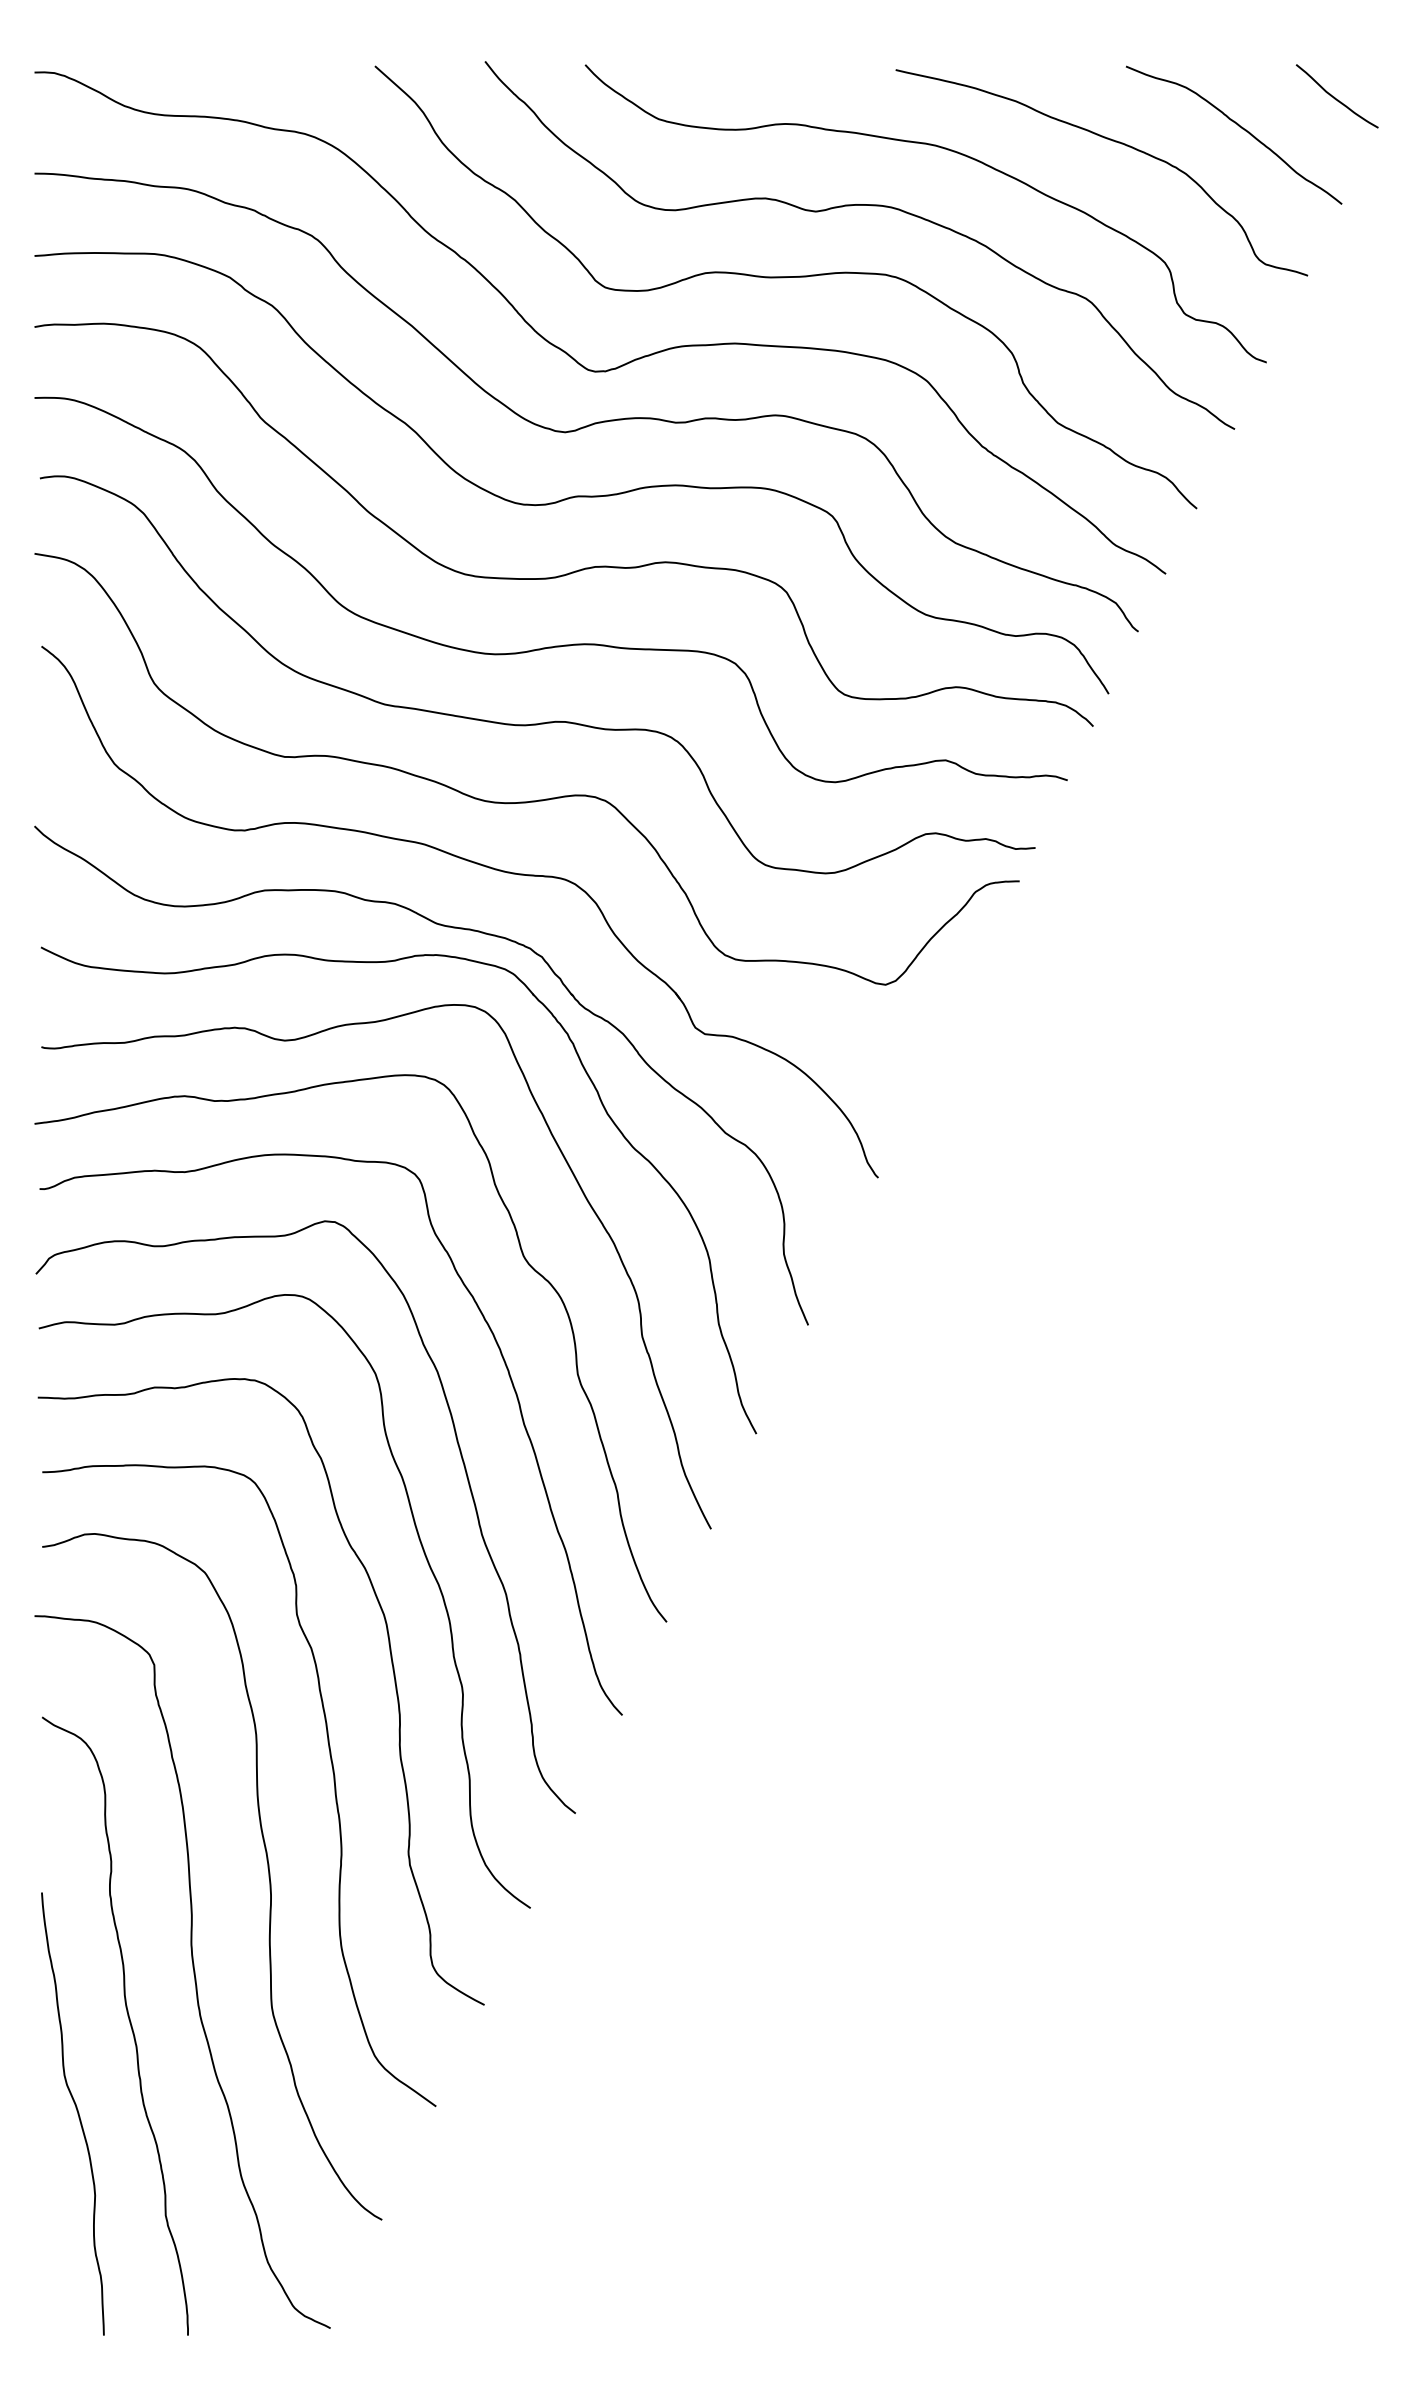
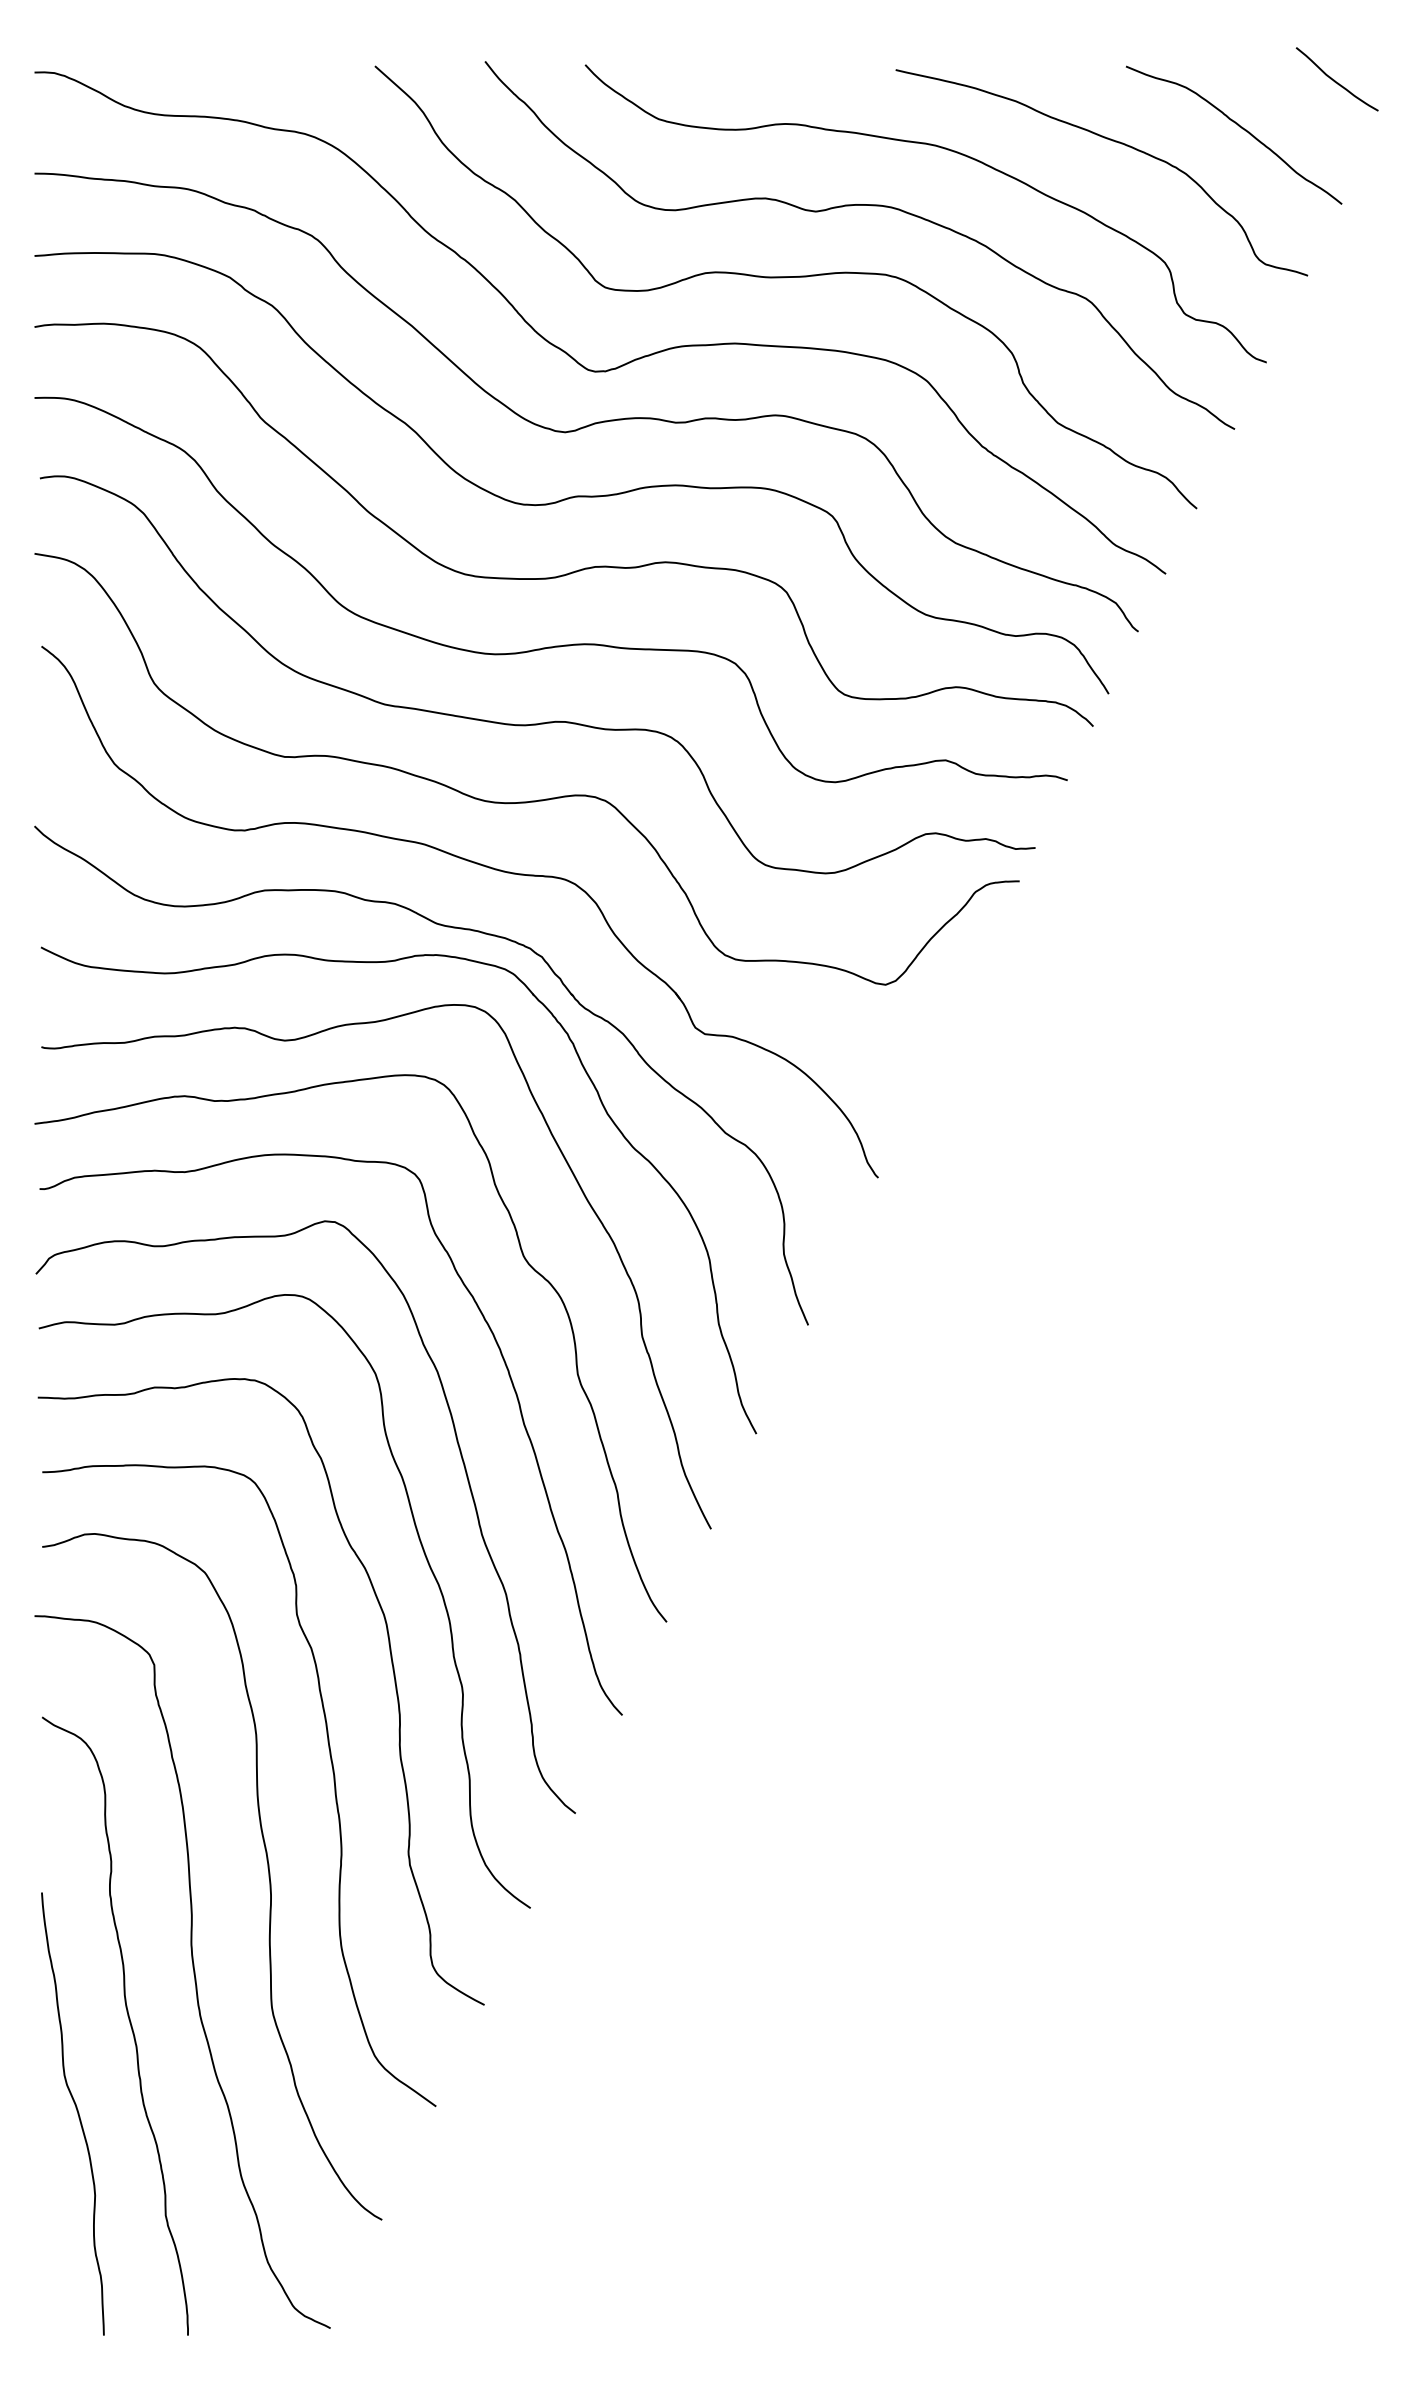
curve at (1335, 97) position: (1335, 97) -> (1335, 80)
